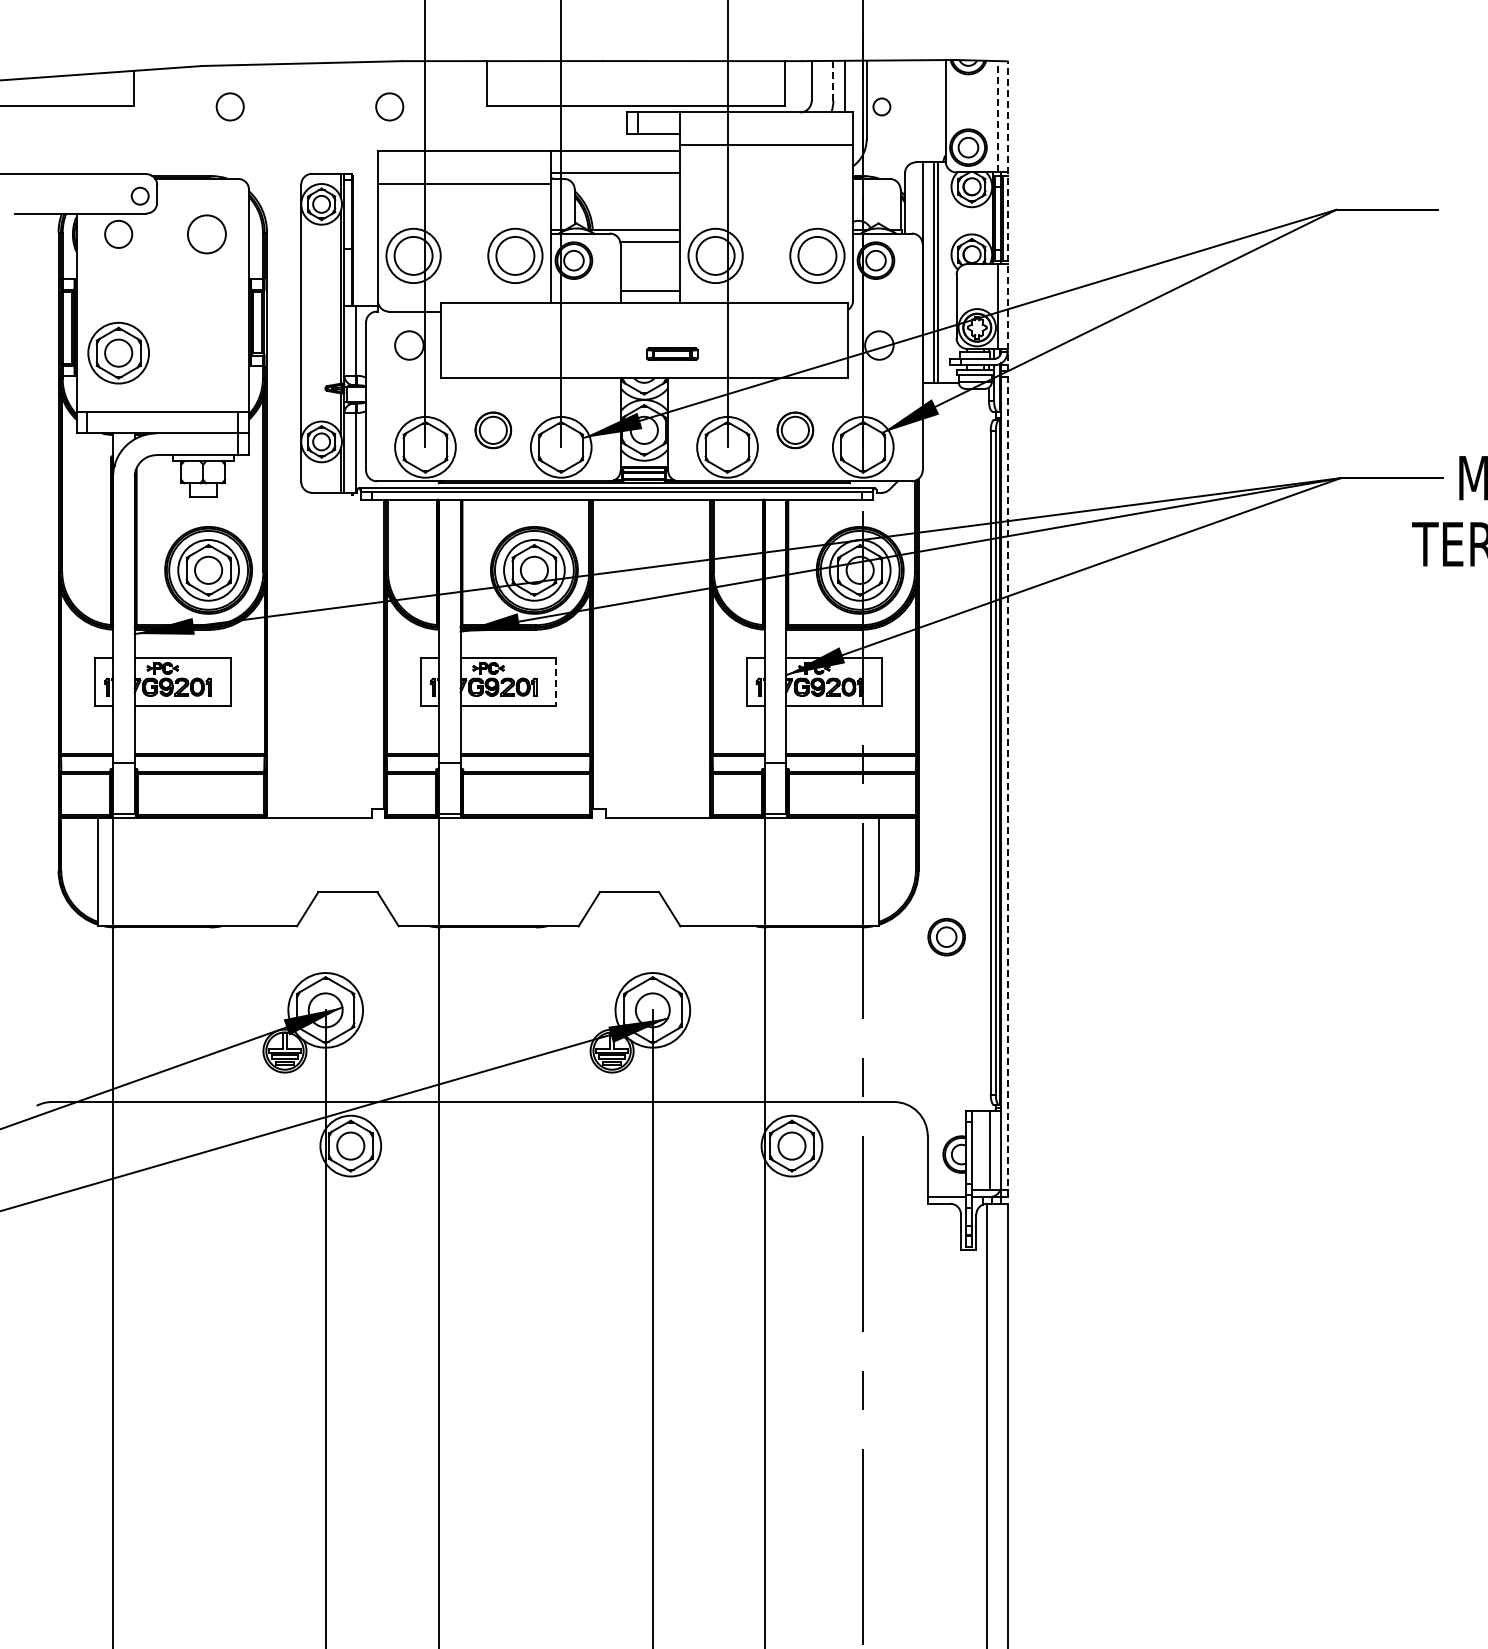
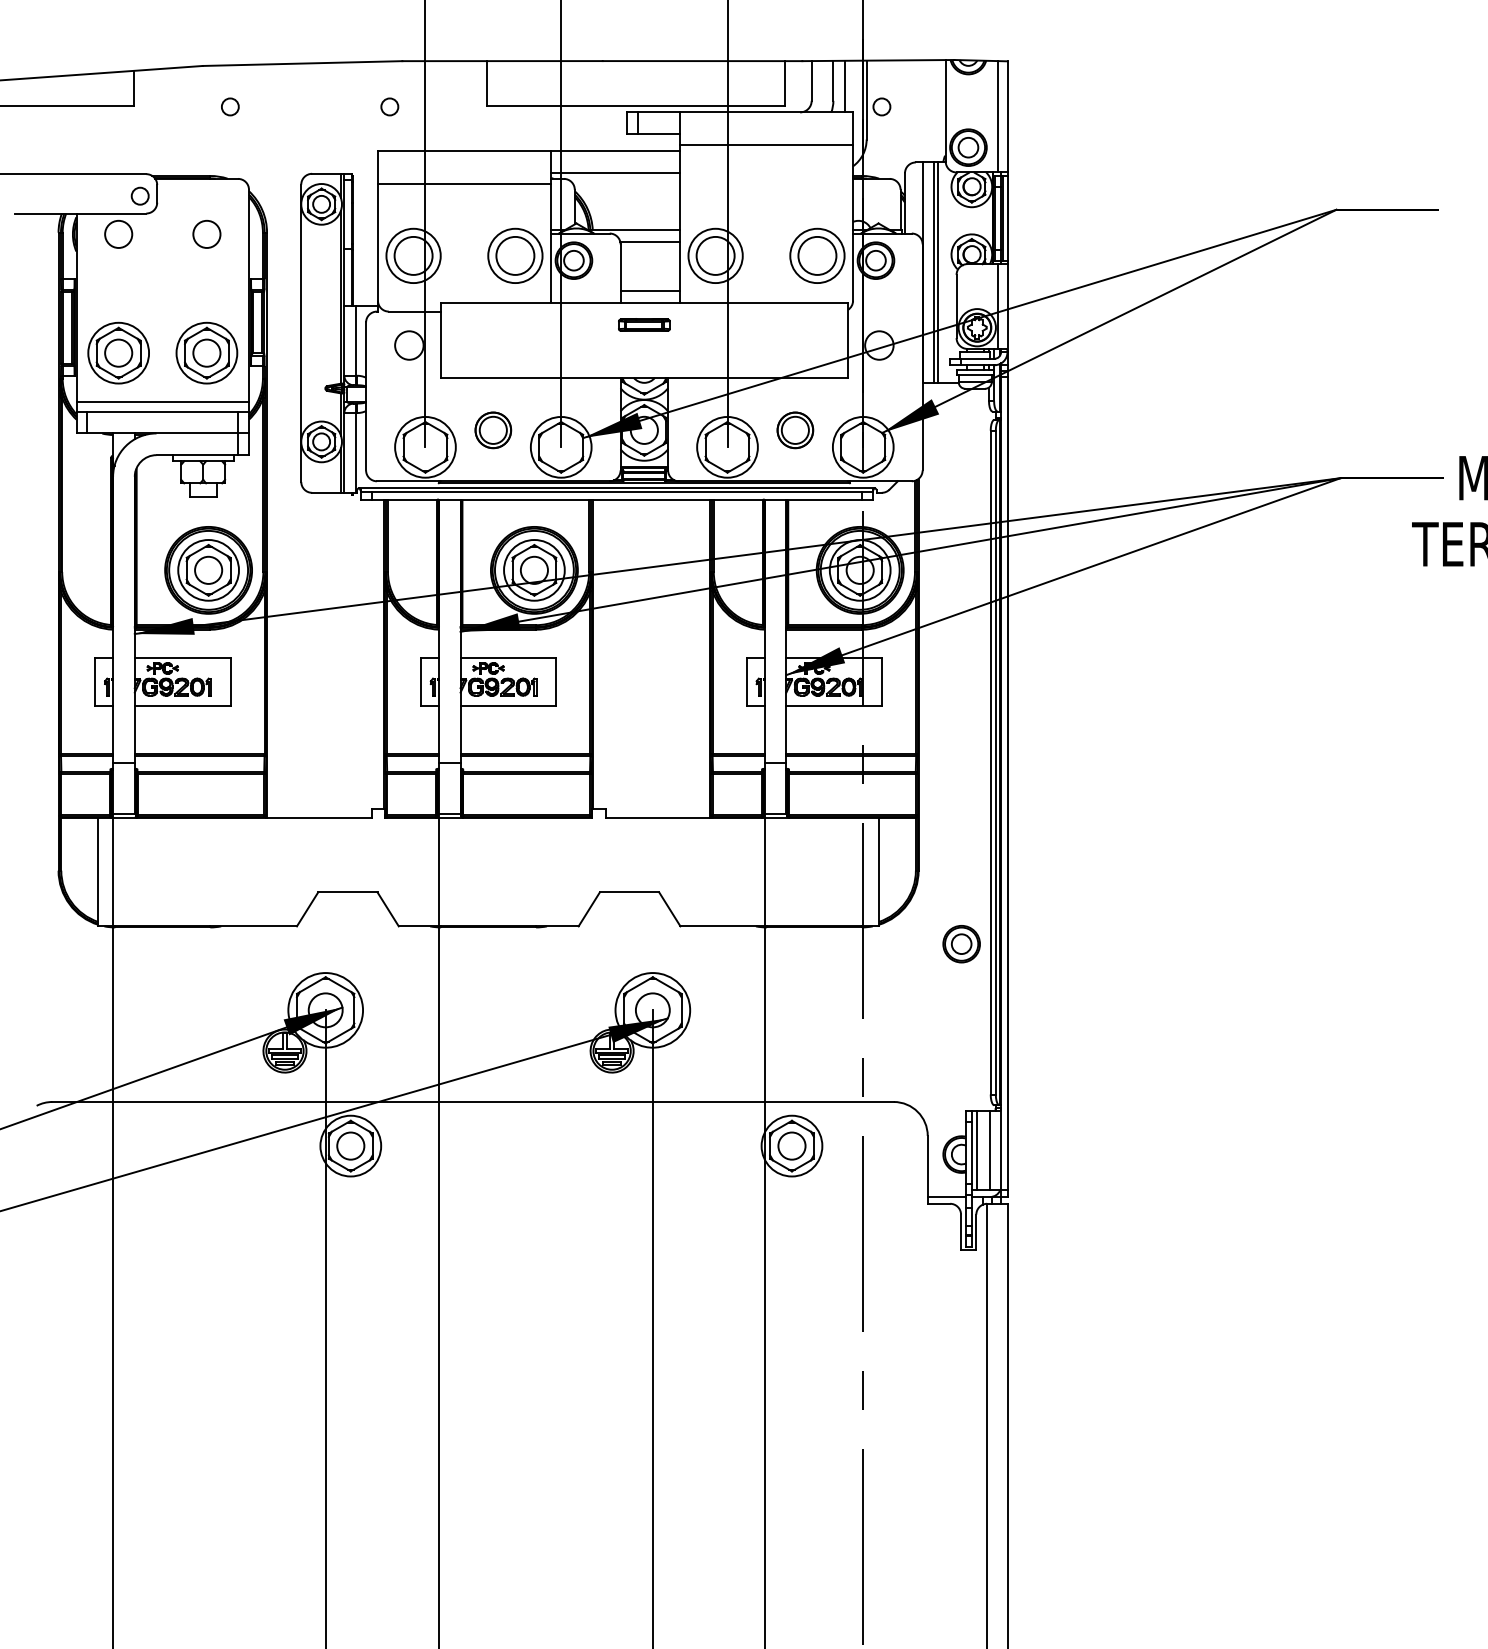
line at (833, 80): dashed -> solid
circle at (229, 106) size: 30x30 px -> 19x20 px
circle at (389, 106) size: 30x30 px -> 20x20 px
line at (997, 116): dashed -> solid
circle at (206, 234) diameter: 38 px -> 27 px
part at (206, 352): none -> present
part at (672, 353) position: (672, 353) -> (644, 324)
line at (162, 401): none -> present
line at (1007, 629): dashed -> solid
line at (556, 682): dashed -> solid
part at (946, 937) position: (946, 937) -> (961, 944)
line at (976, 1150): none -> present
